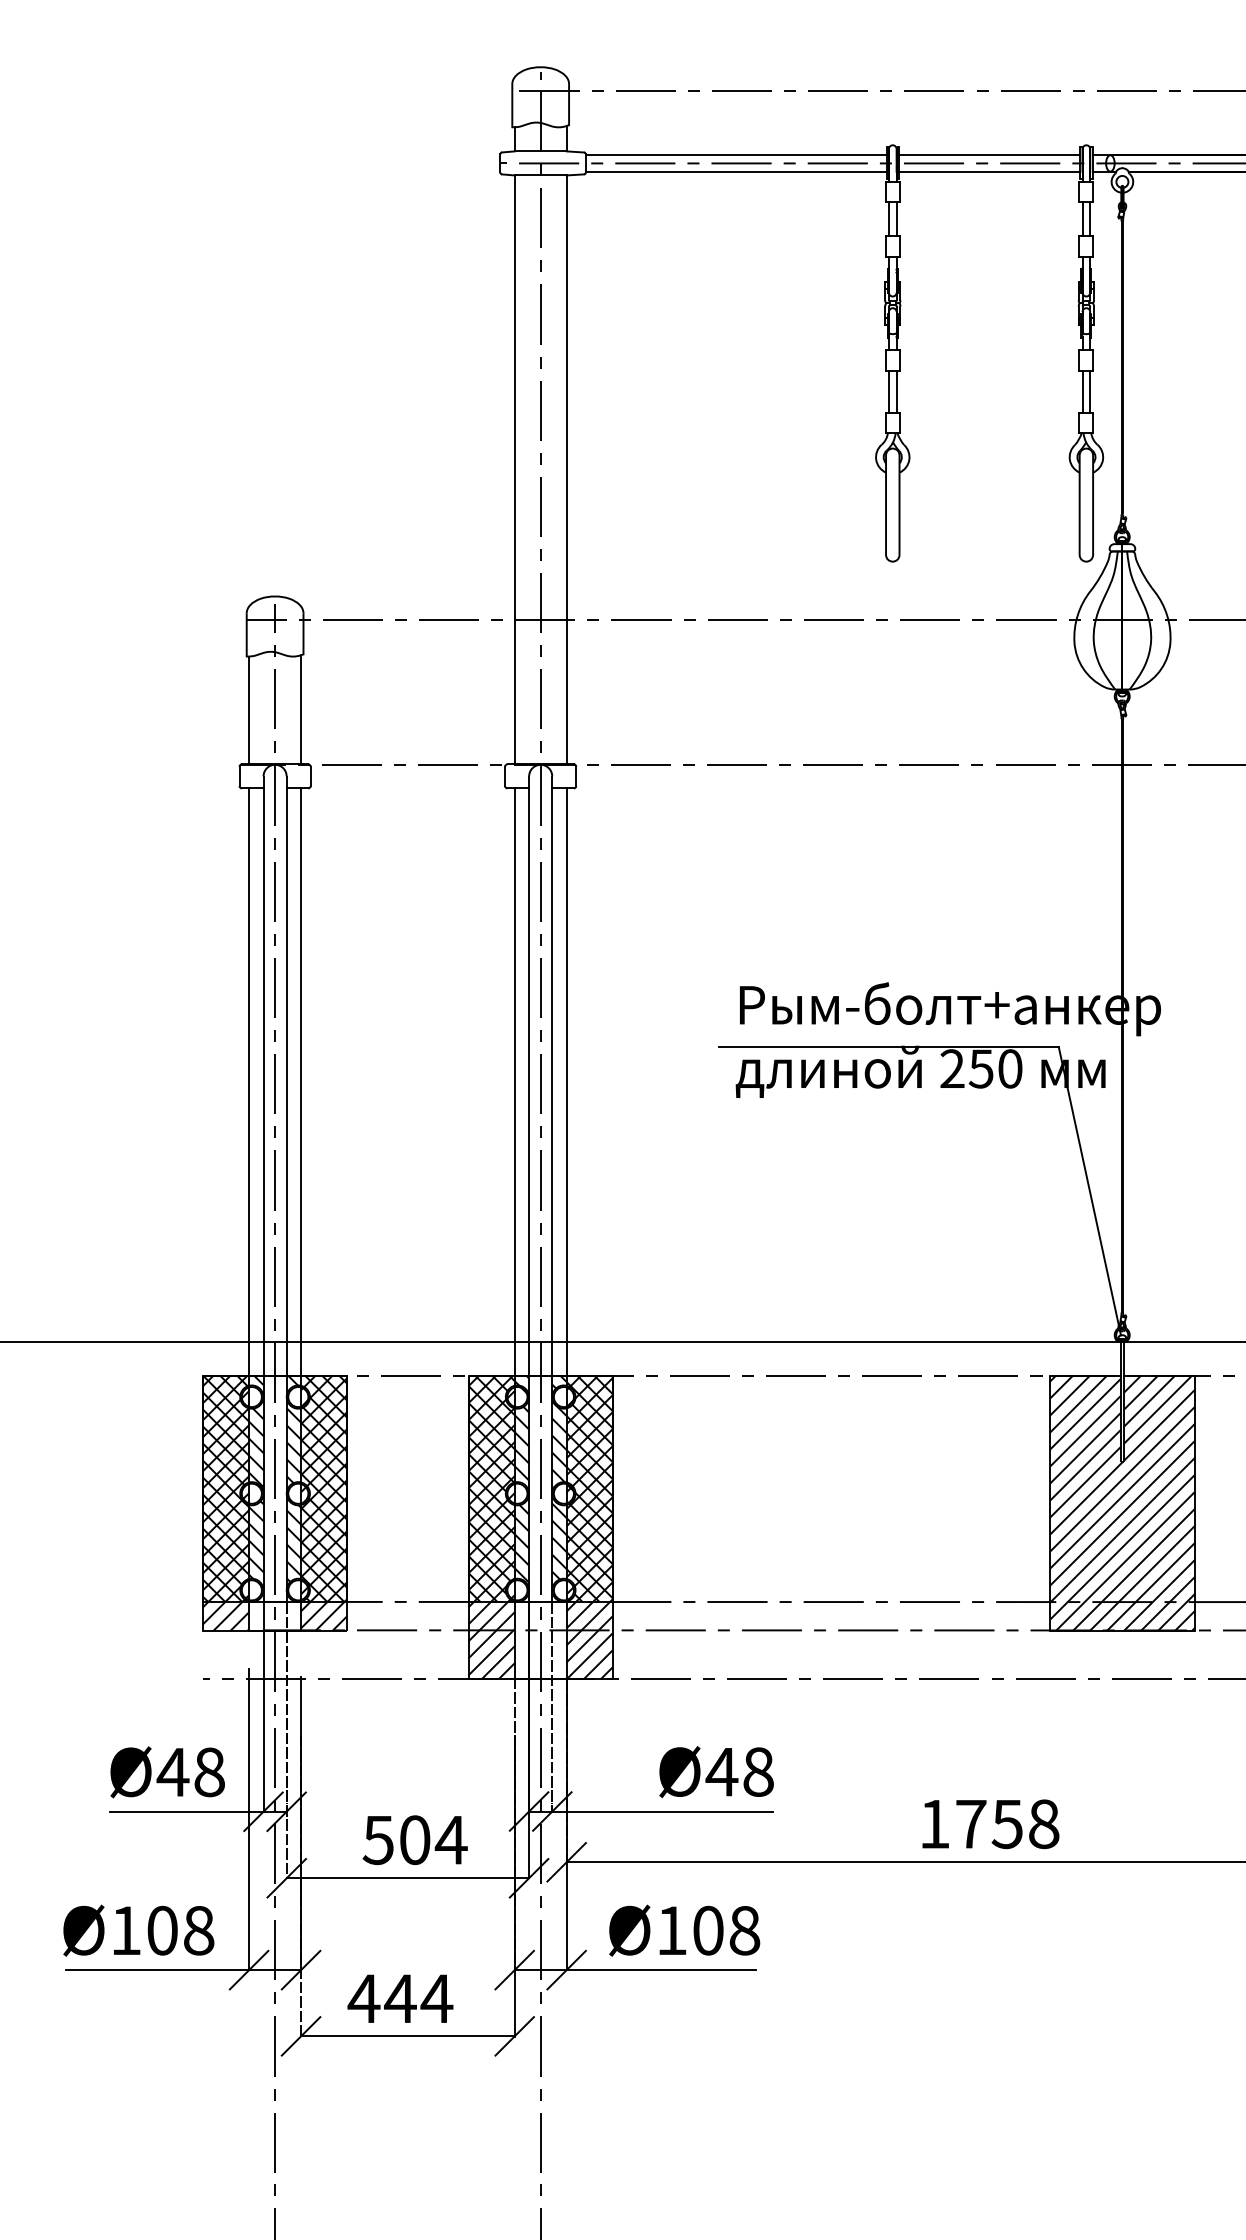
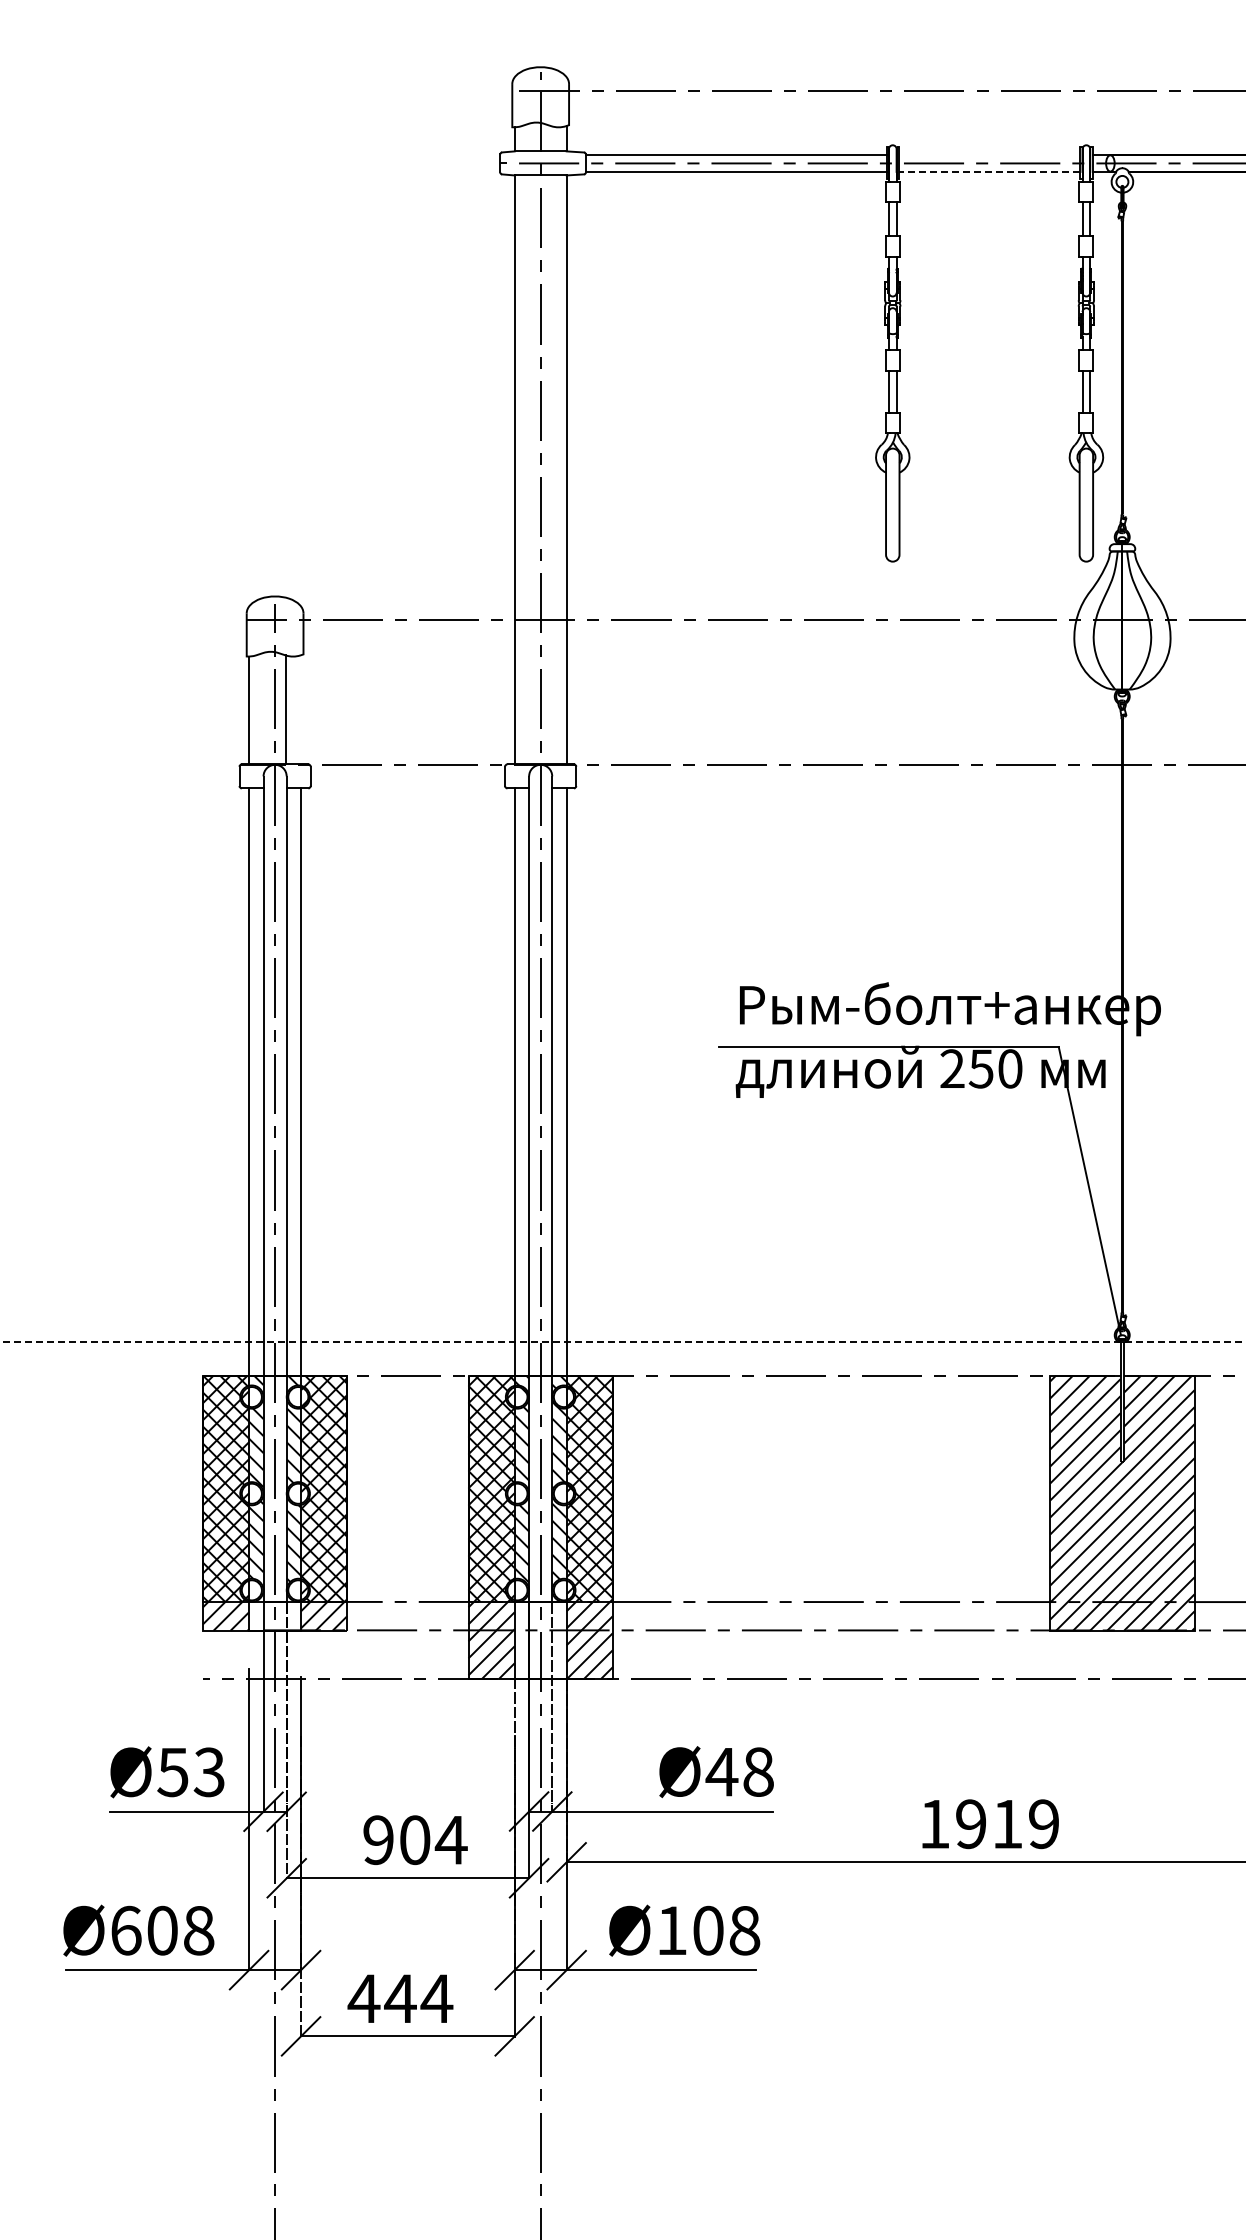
line at (989, 155): present -> none
line at (989, 171): solid -> dashed
line at (301, 709) position: (301, 709) -> (286, 709)
line at (623, 1342): solid -> dashed
text at (190, 1772): Ø48 -> Ø53
text at (1007, 1824): 1758 -> 1919
text at (377, 1840): 504 -> 904
text at (126, 1930): Ø108 -> Ø608
